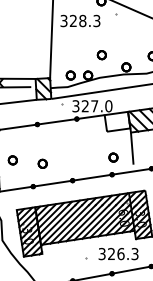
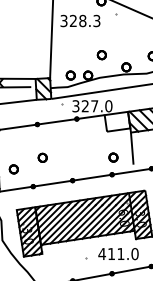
part at (12, 160) position: (12, 160) -> (13, 169)
part at (42, 163) position: (42, 163) -> (42, 157)
text at (118, 253): 326.3 -> 411.0
